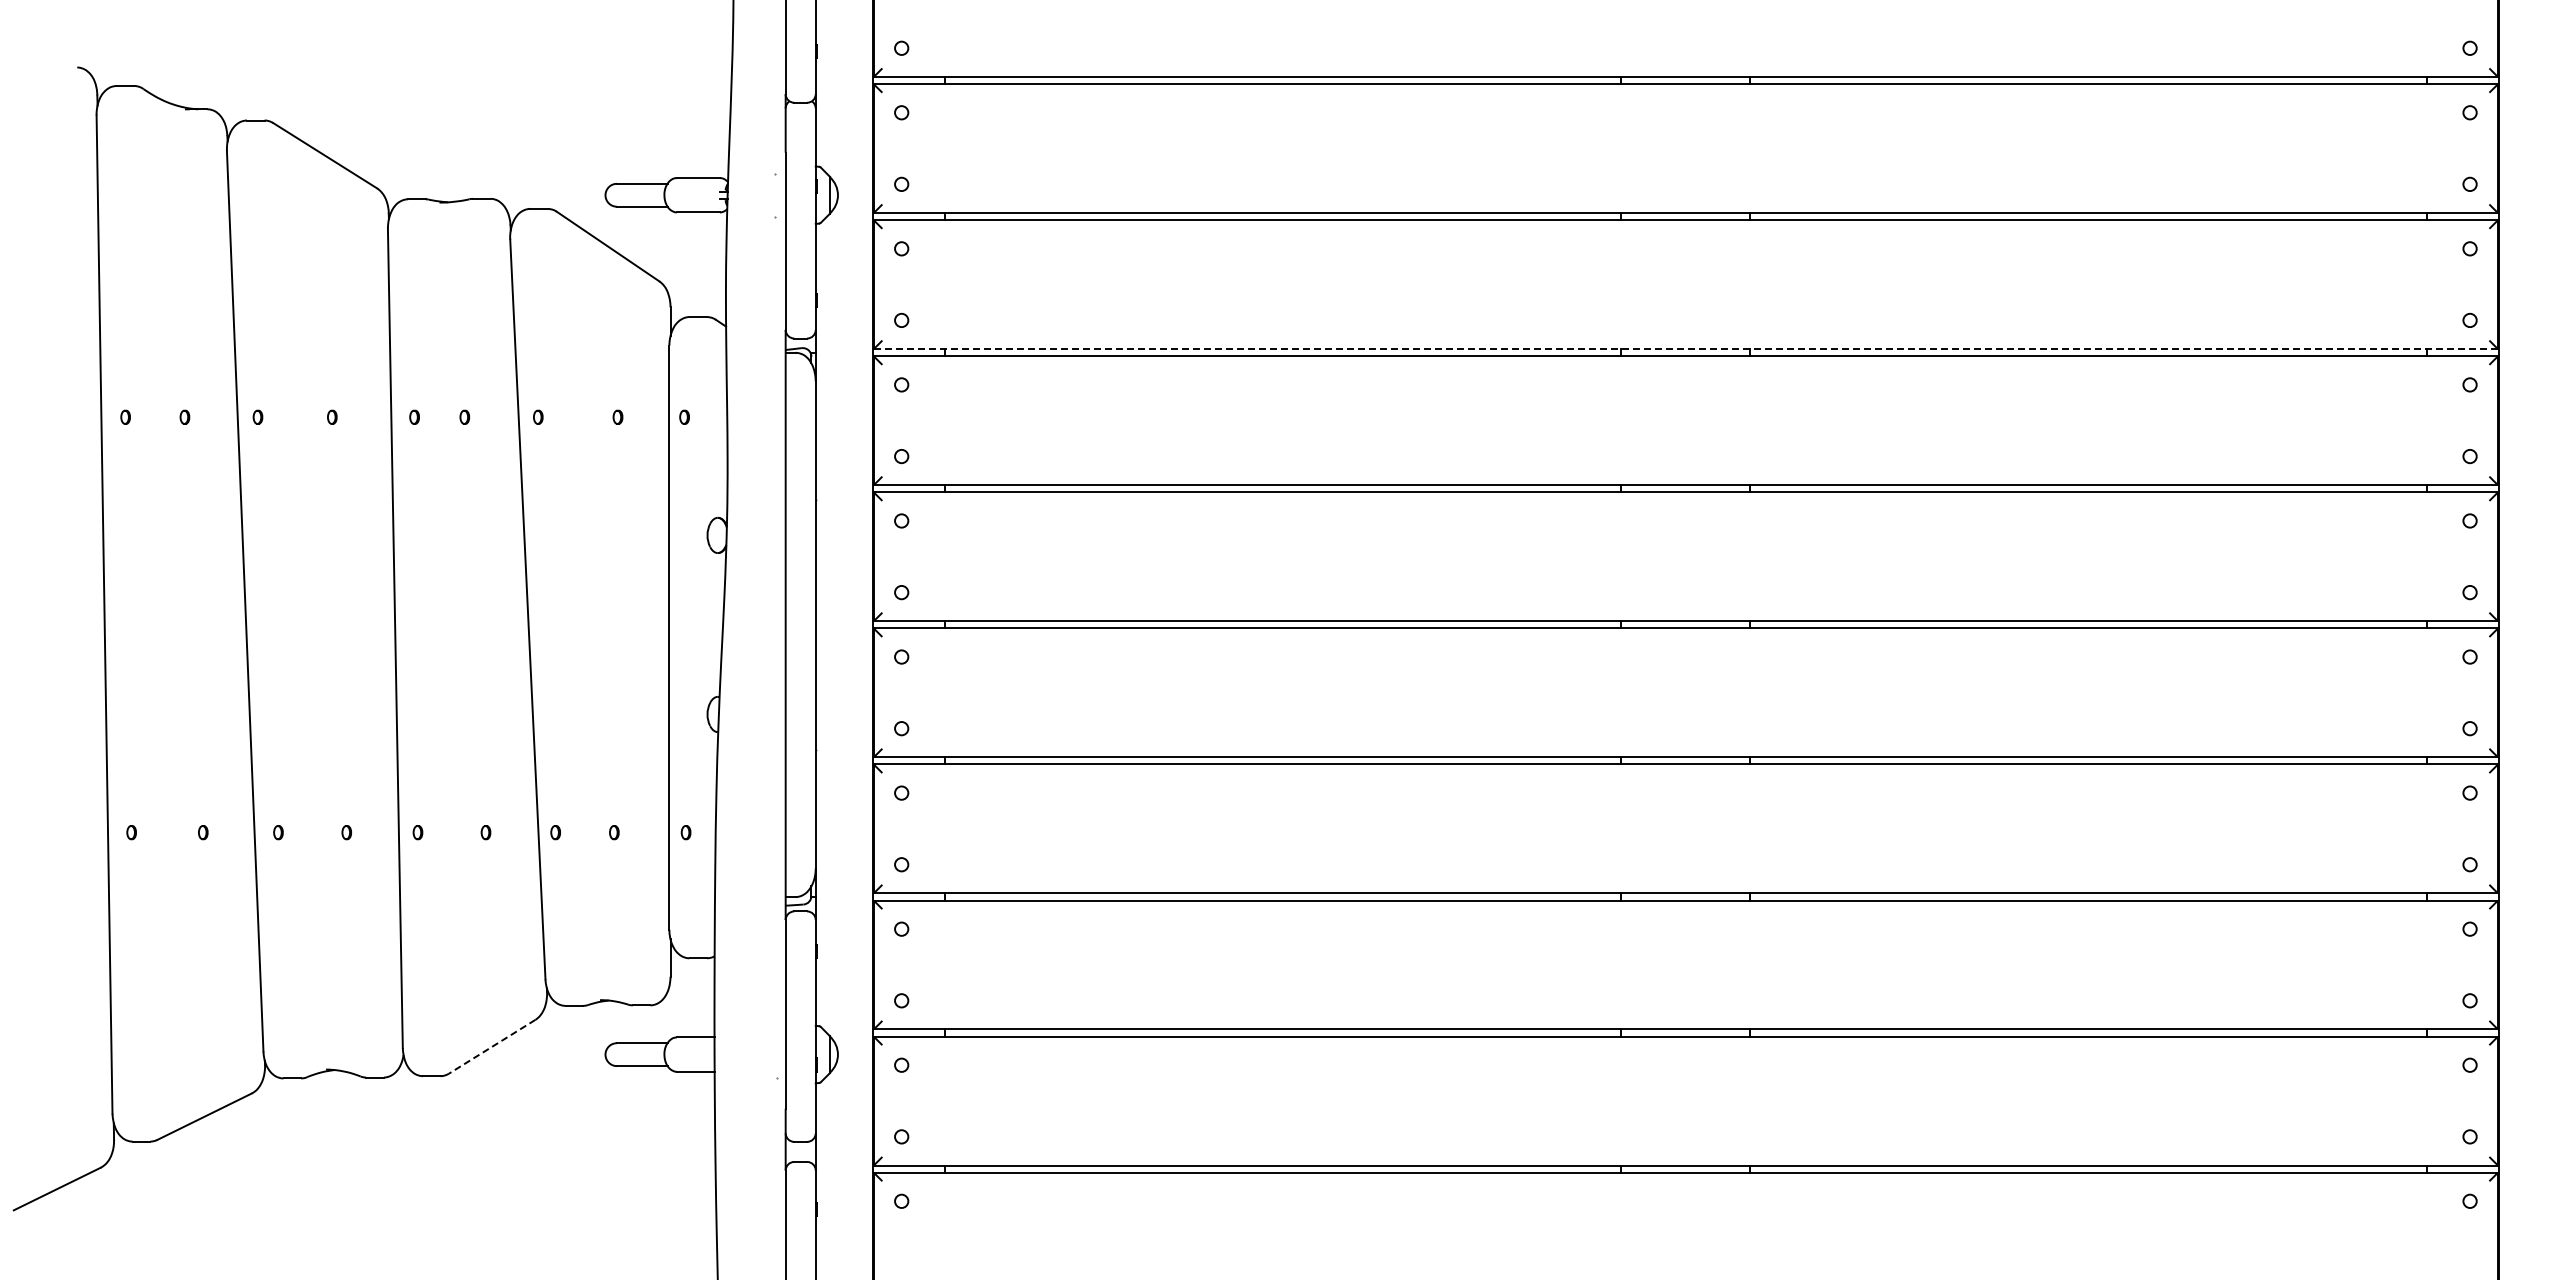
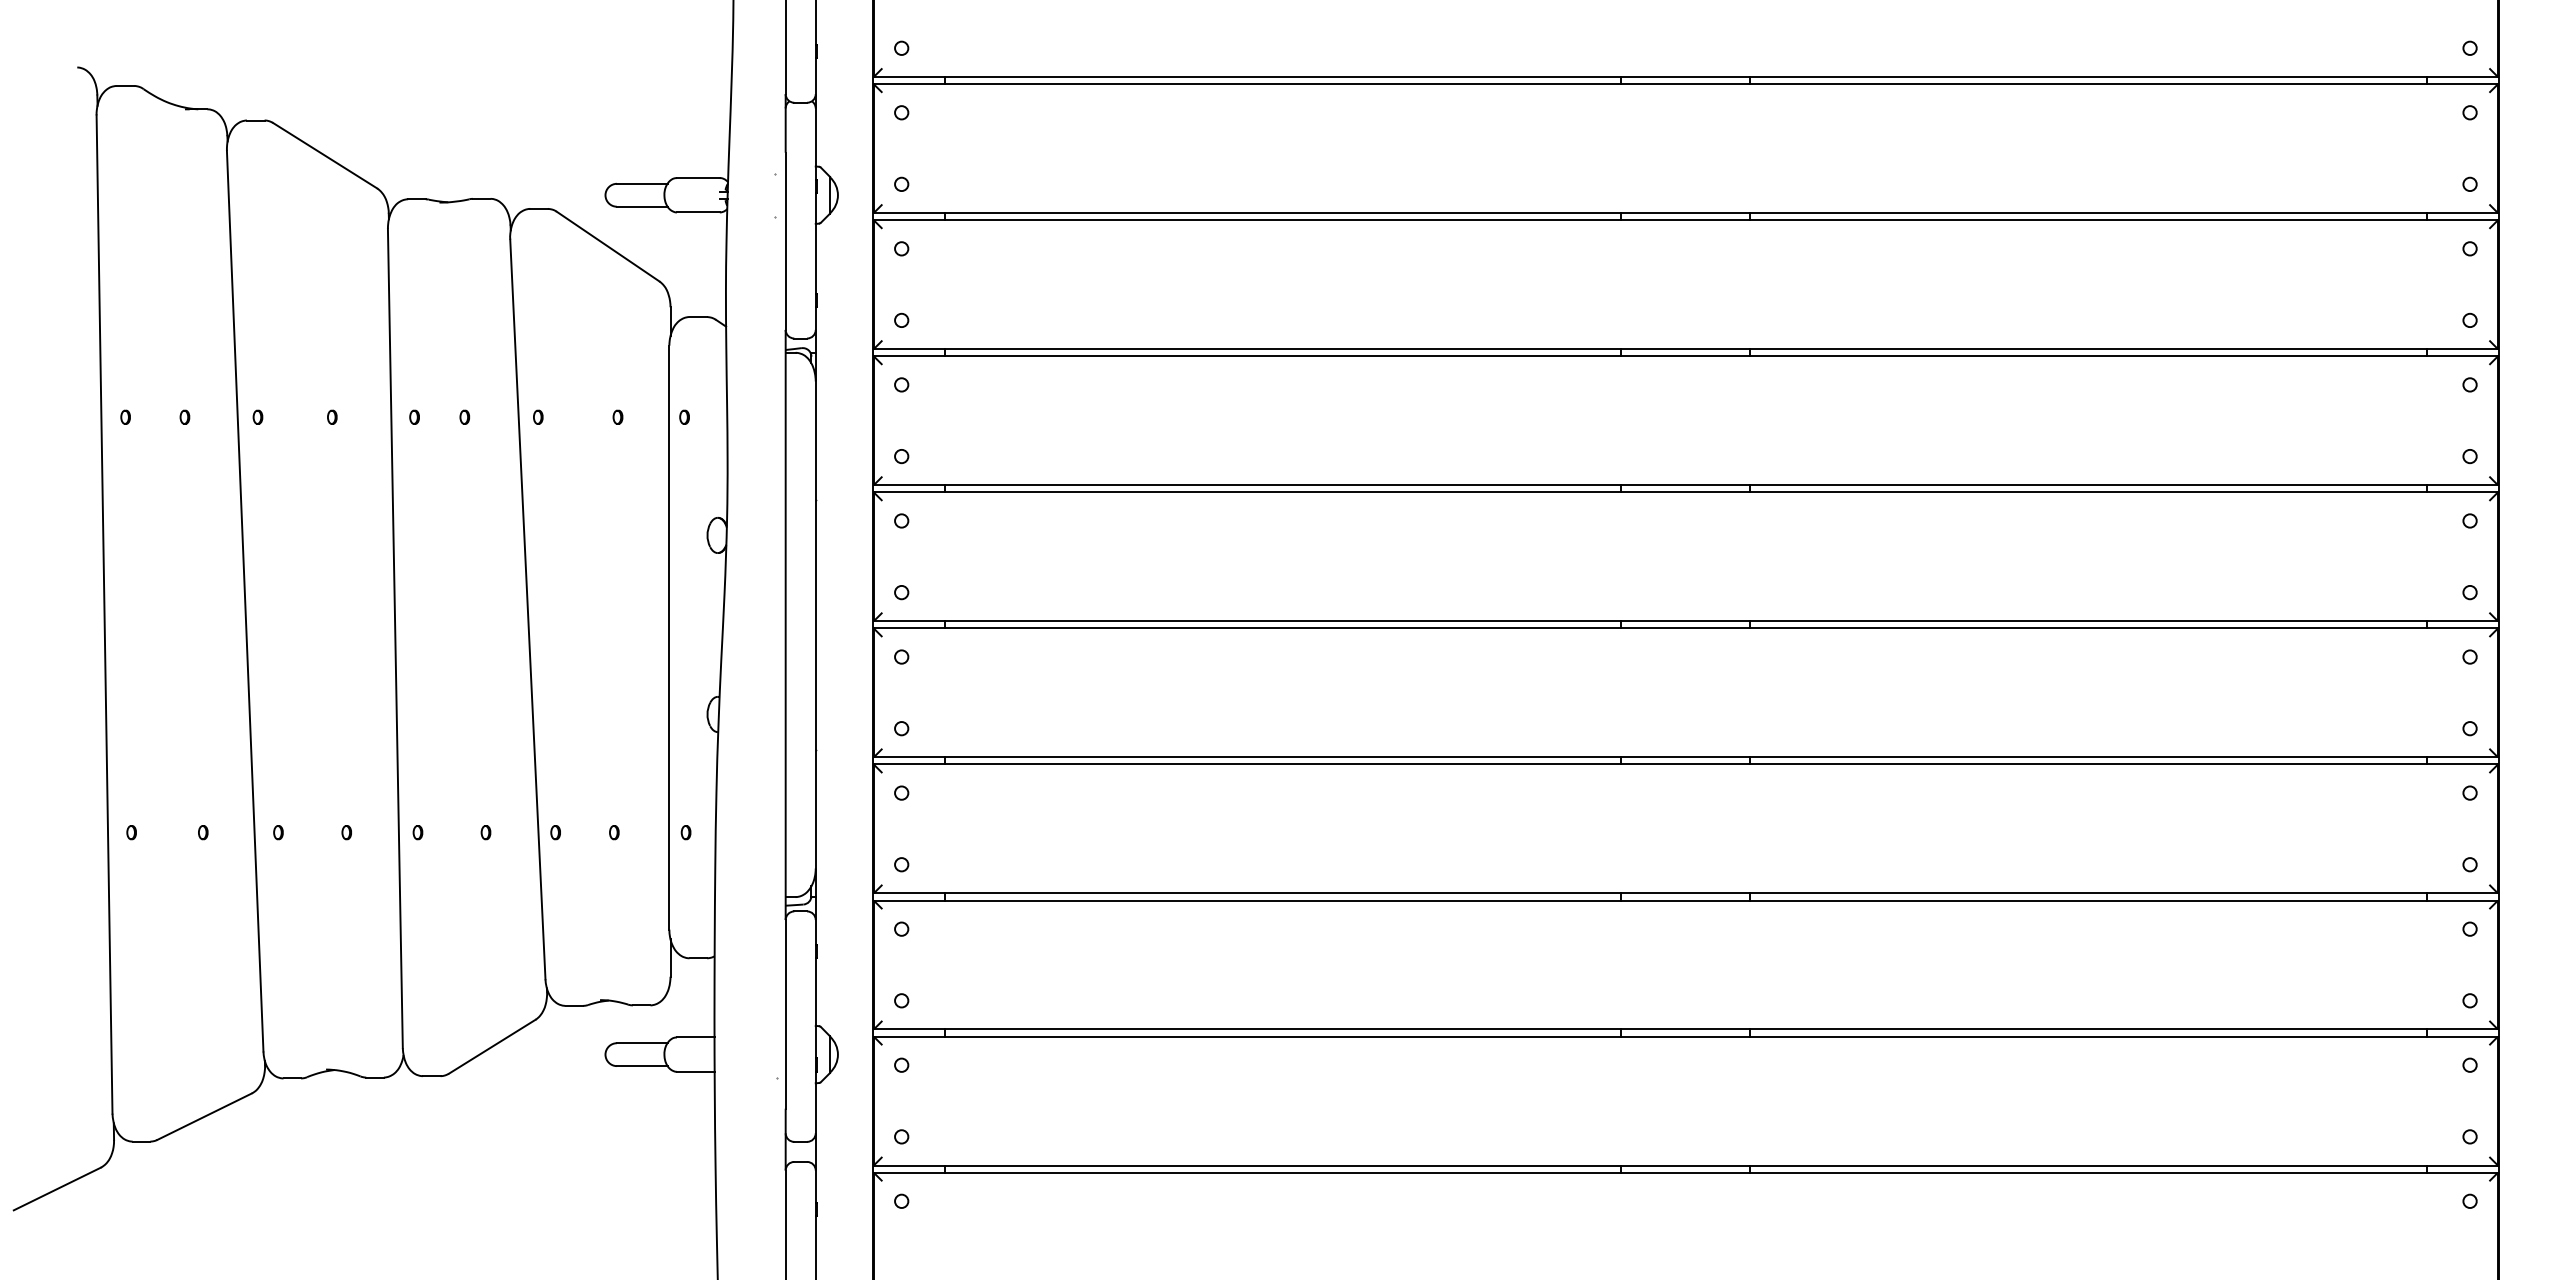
line at (1685, 349): dashed -> solid
line at (492, 1046): dashed -> solid
